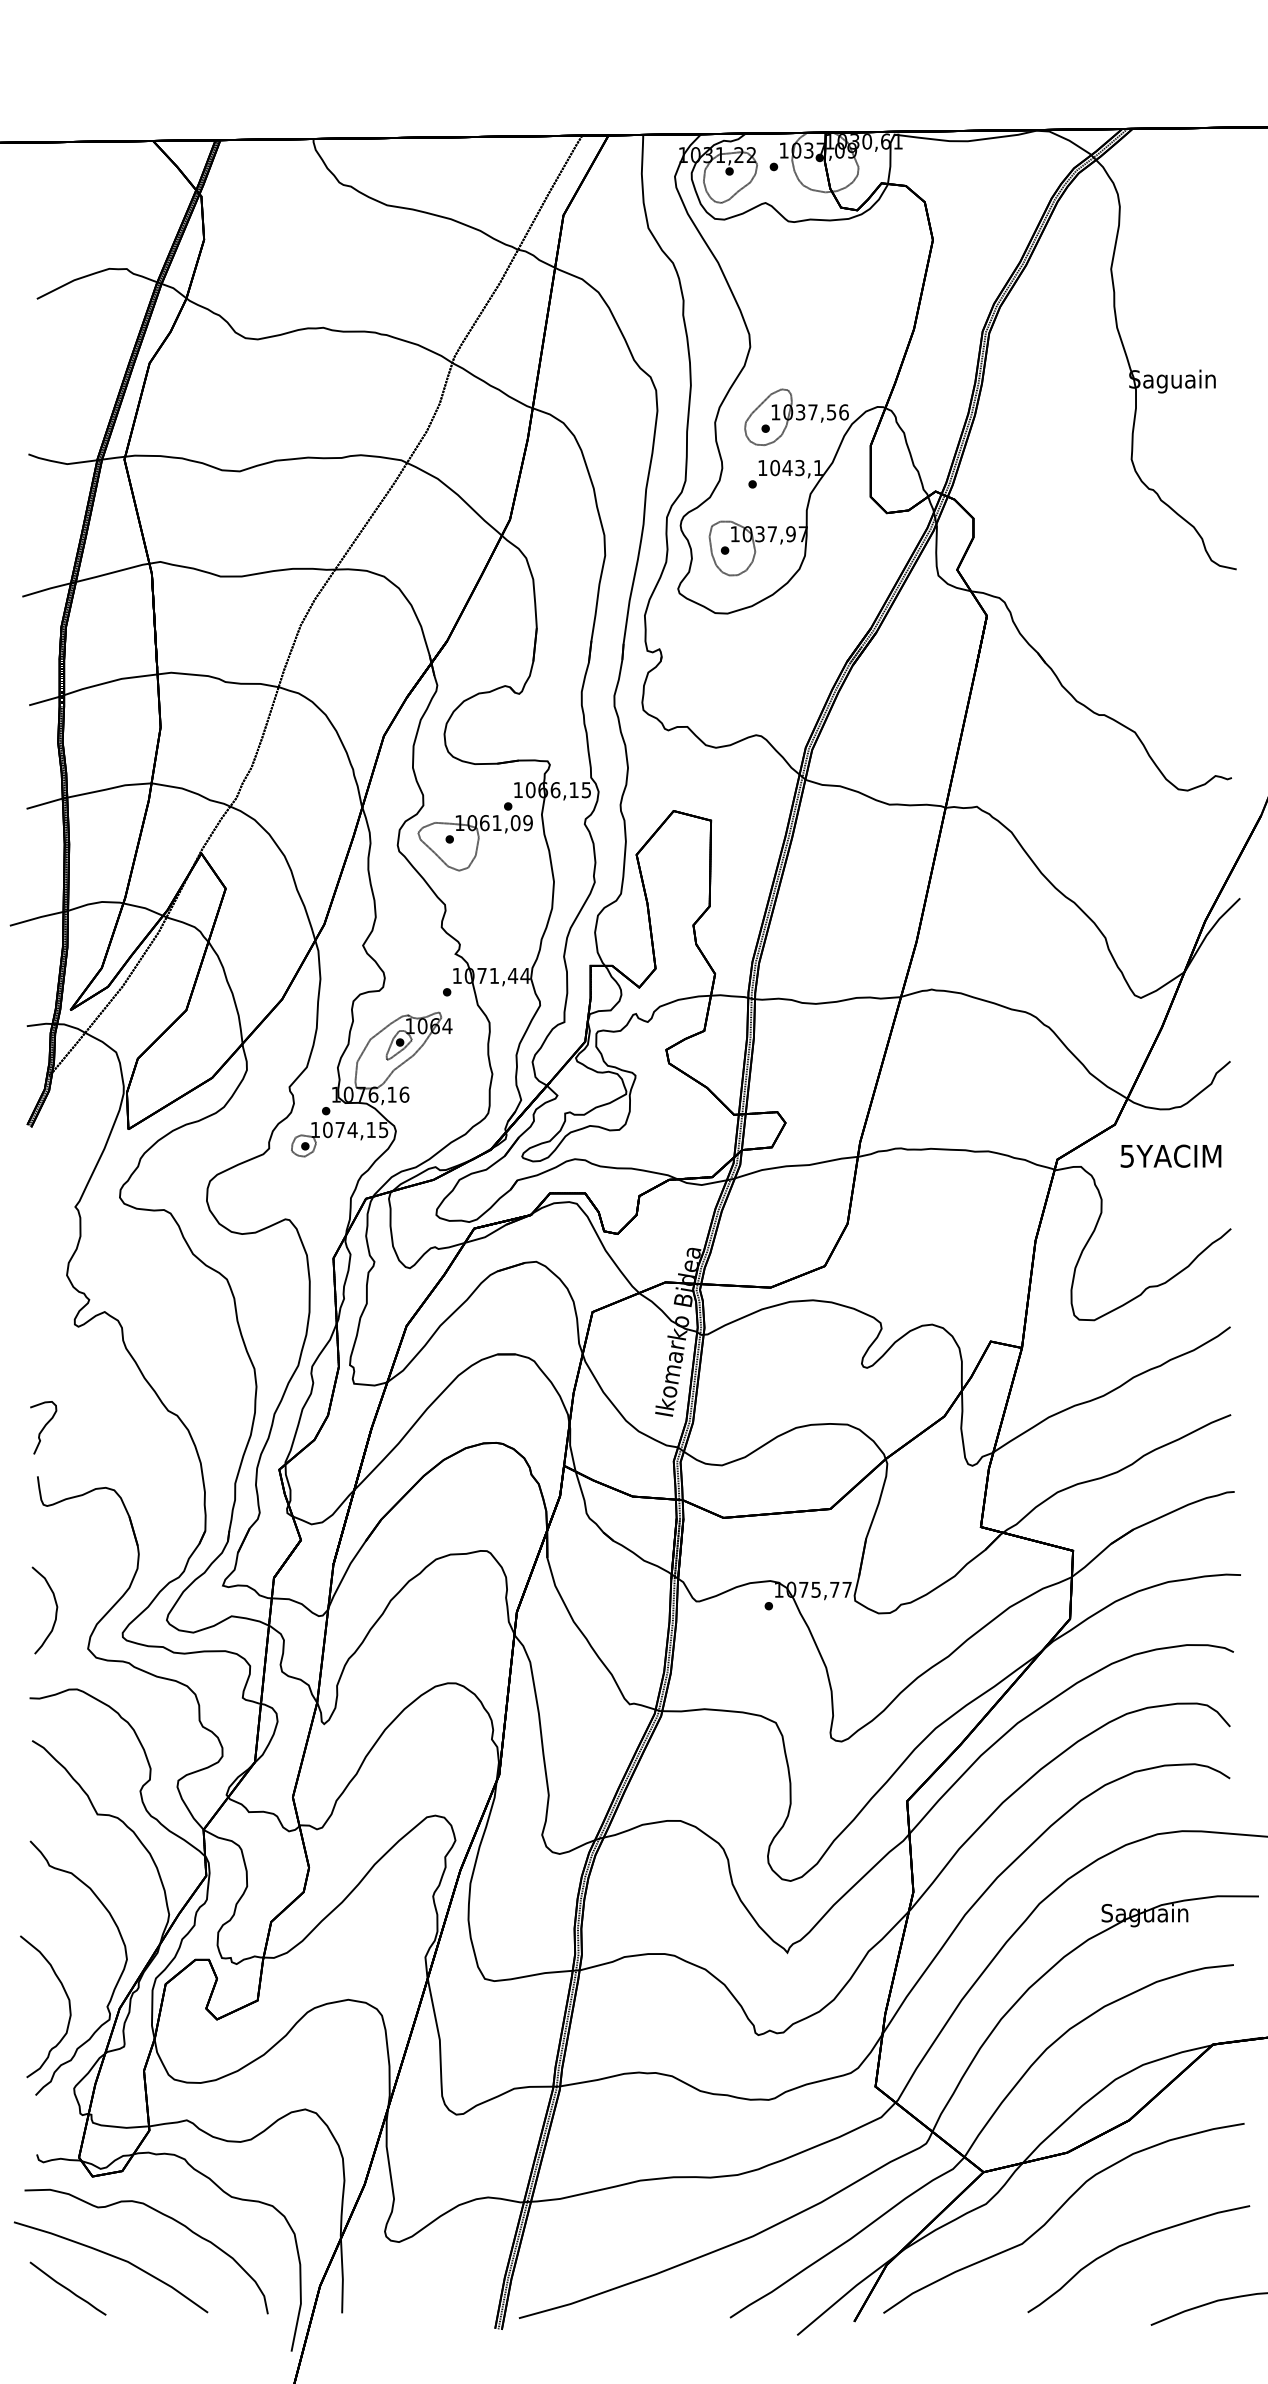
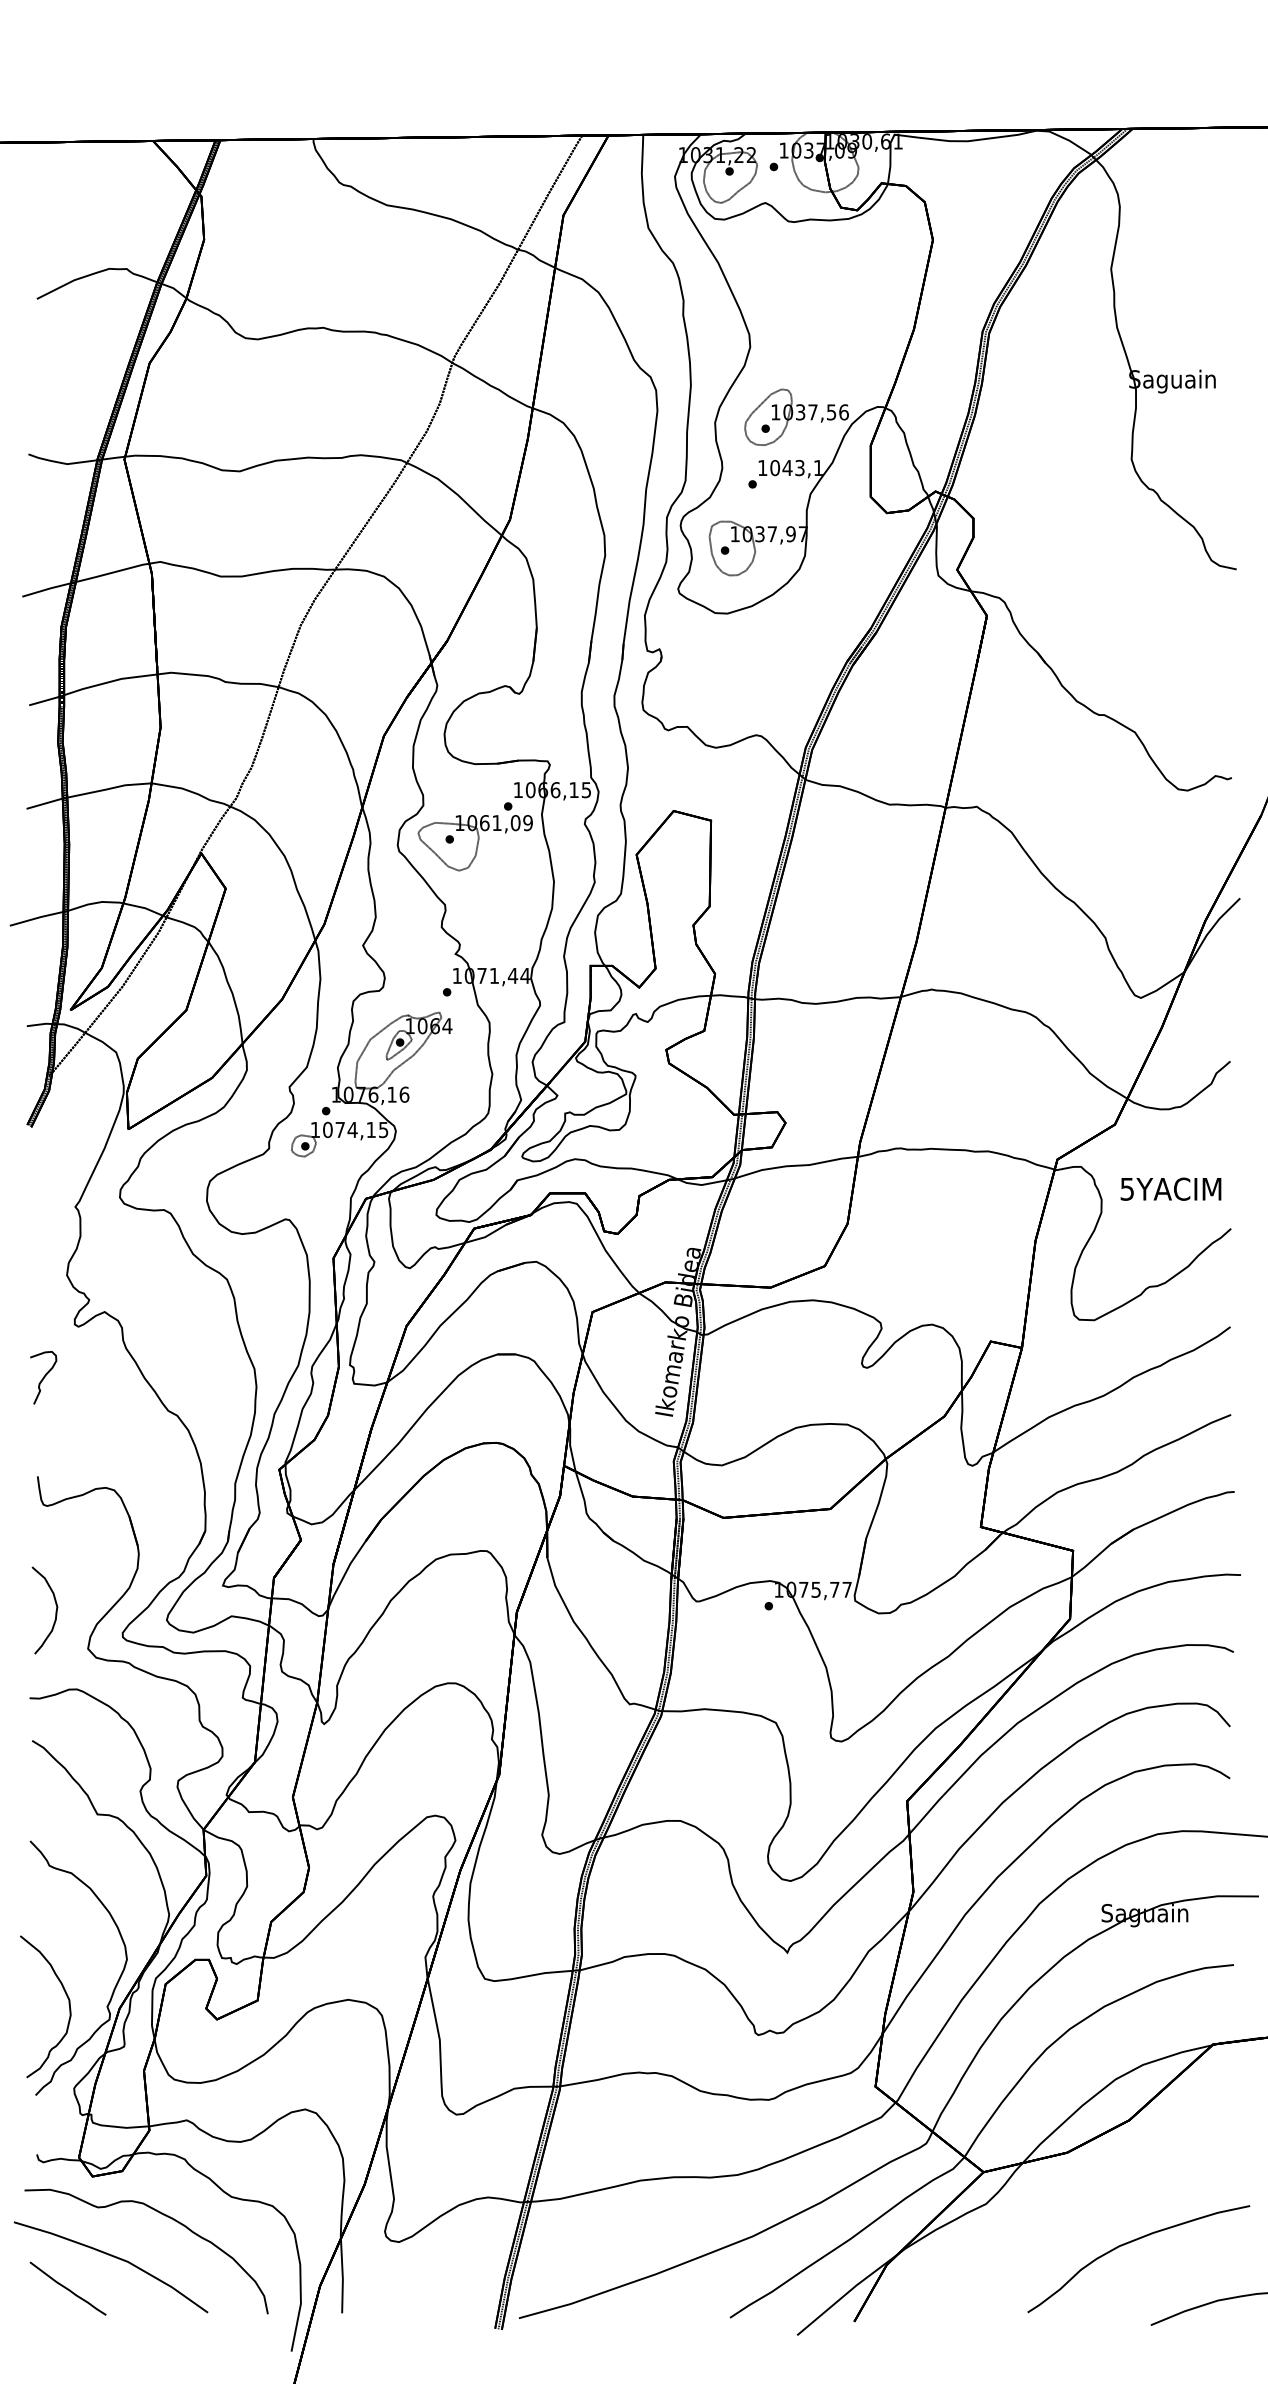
text at (1170, 1155) position: (1170, 1155) -> (1170, 1188)
curve at (43, 1427) position: (43, 1427) -> (43, 1377)
curve at (1057, 2212): present -> none
